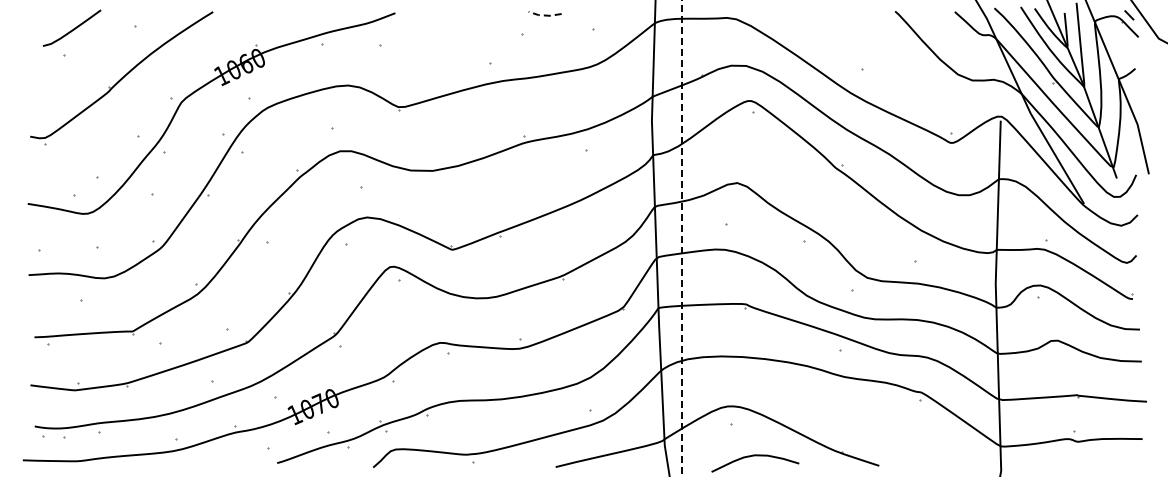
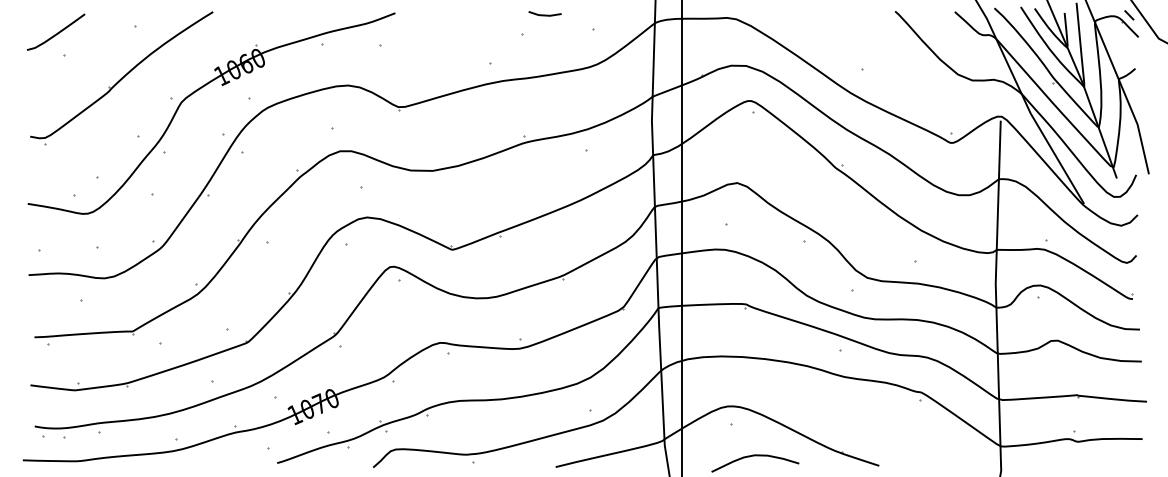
line at (544, 15): dashed -> solid
curve at (73, 28) position: (73, 28) -> (57, 32)
line at (681, 238): dashed -> solid
